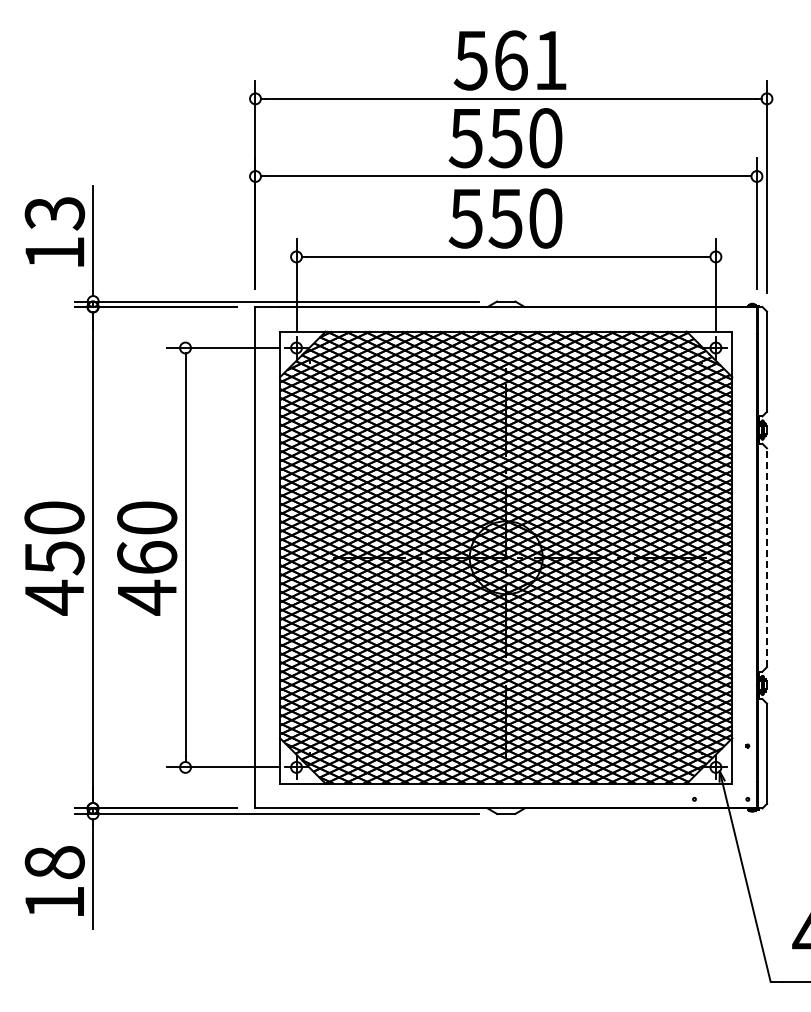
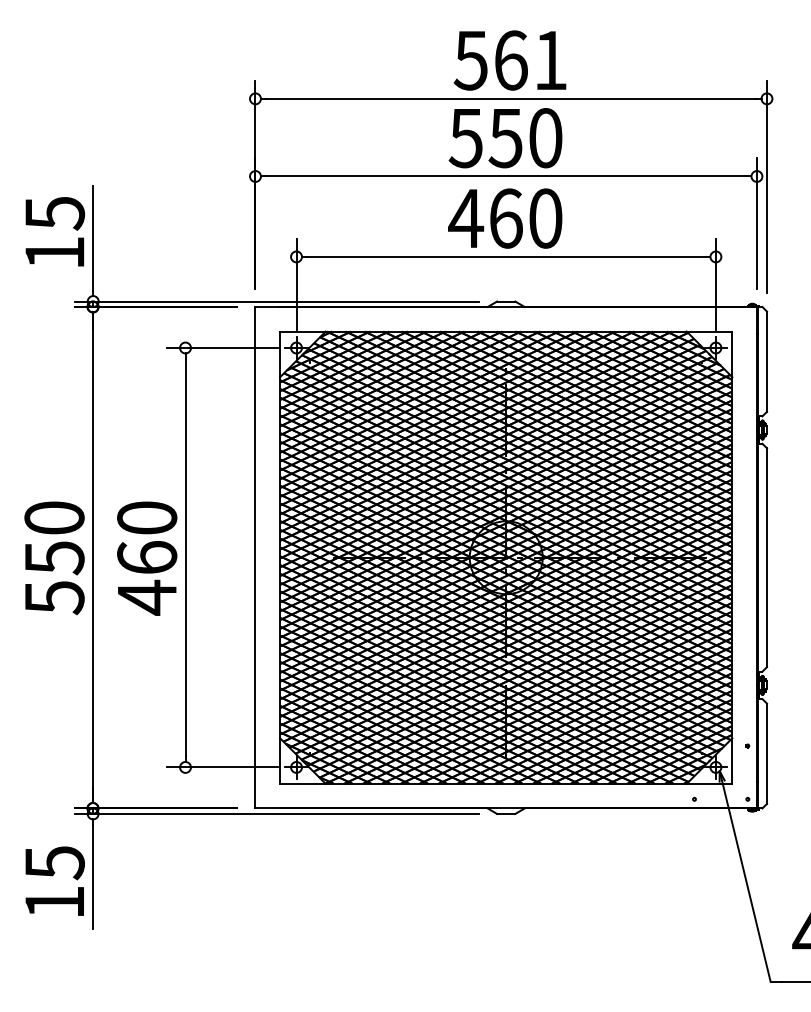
text at (54, 213): 13 -> 15
text at (485, 218): 550 -> 460
line at (766, 557): dashed -> solid
text at (54, 597): 450 -> 550
text at (54, 863): 18 -> 15
